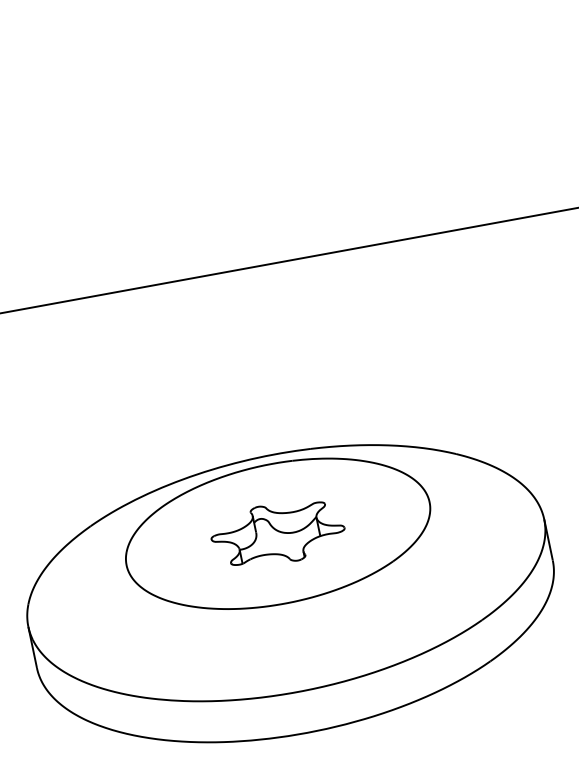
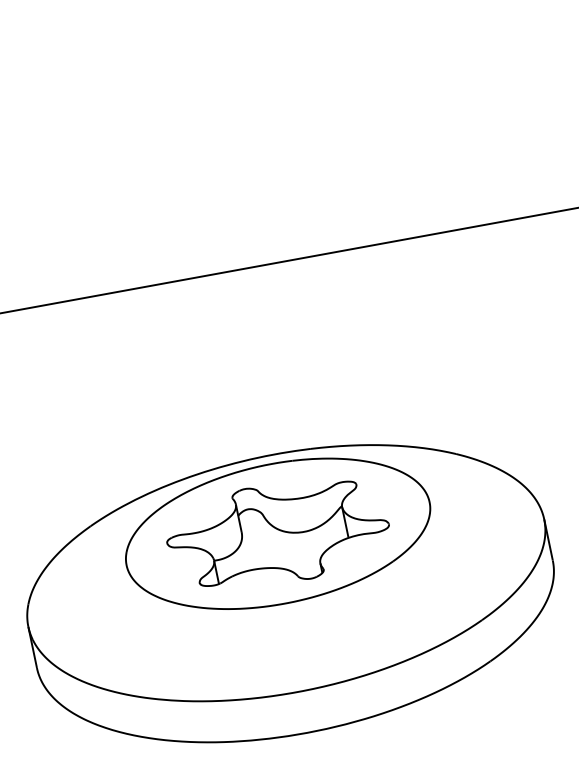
part at (277, 533) size: 136x65 px -> 224x107 px
